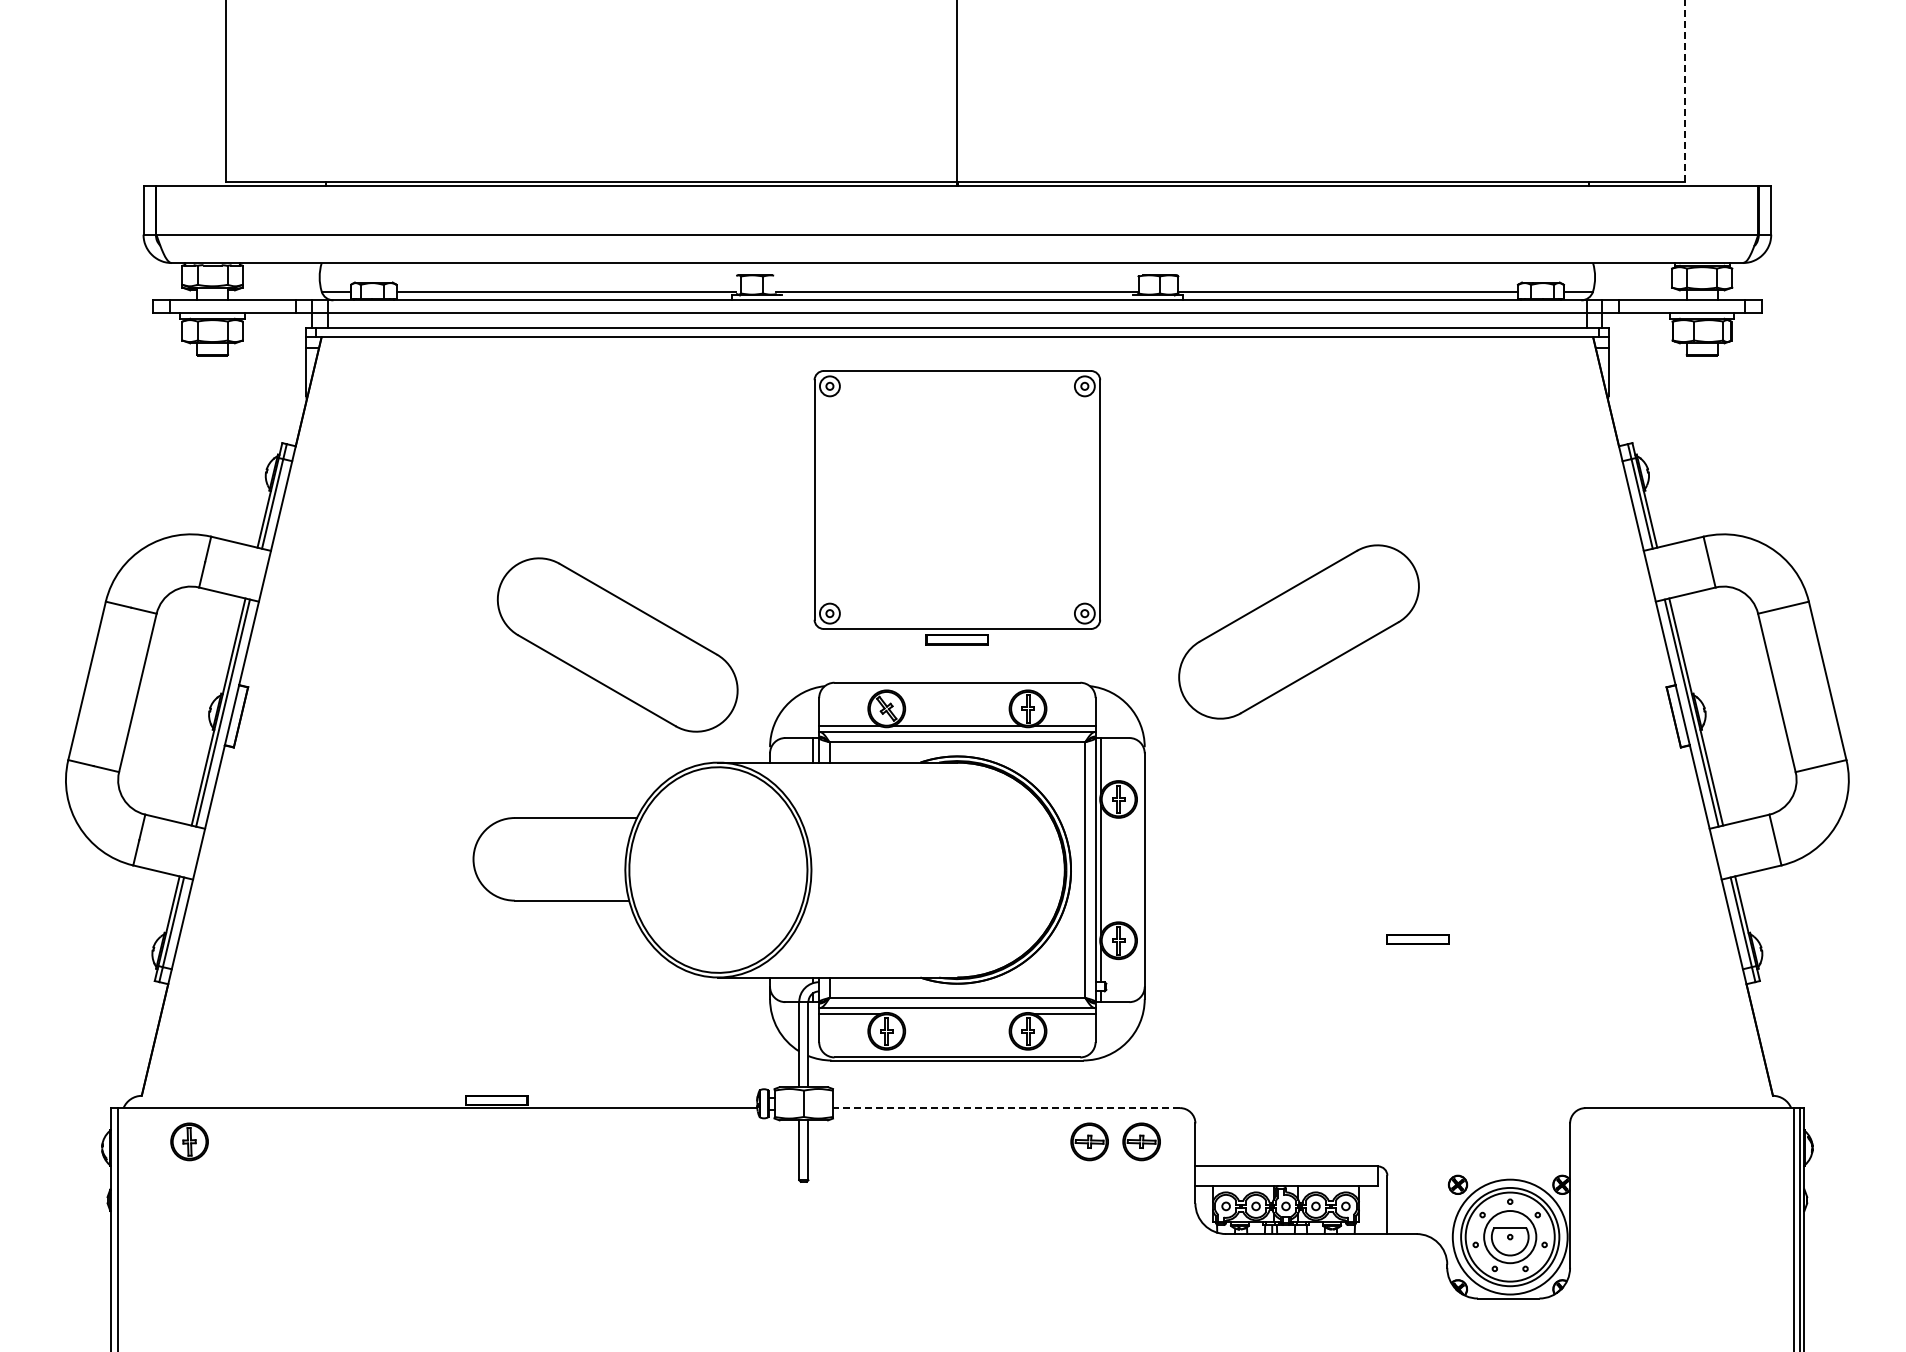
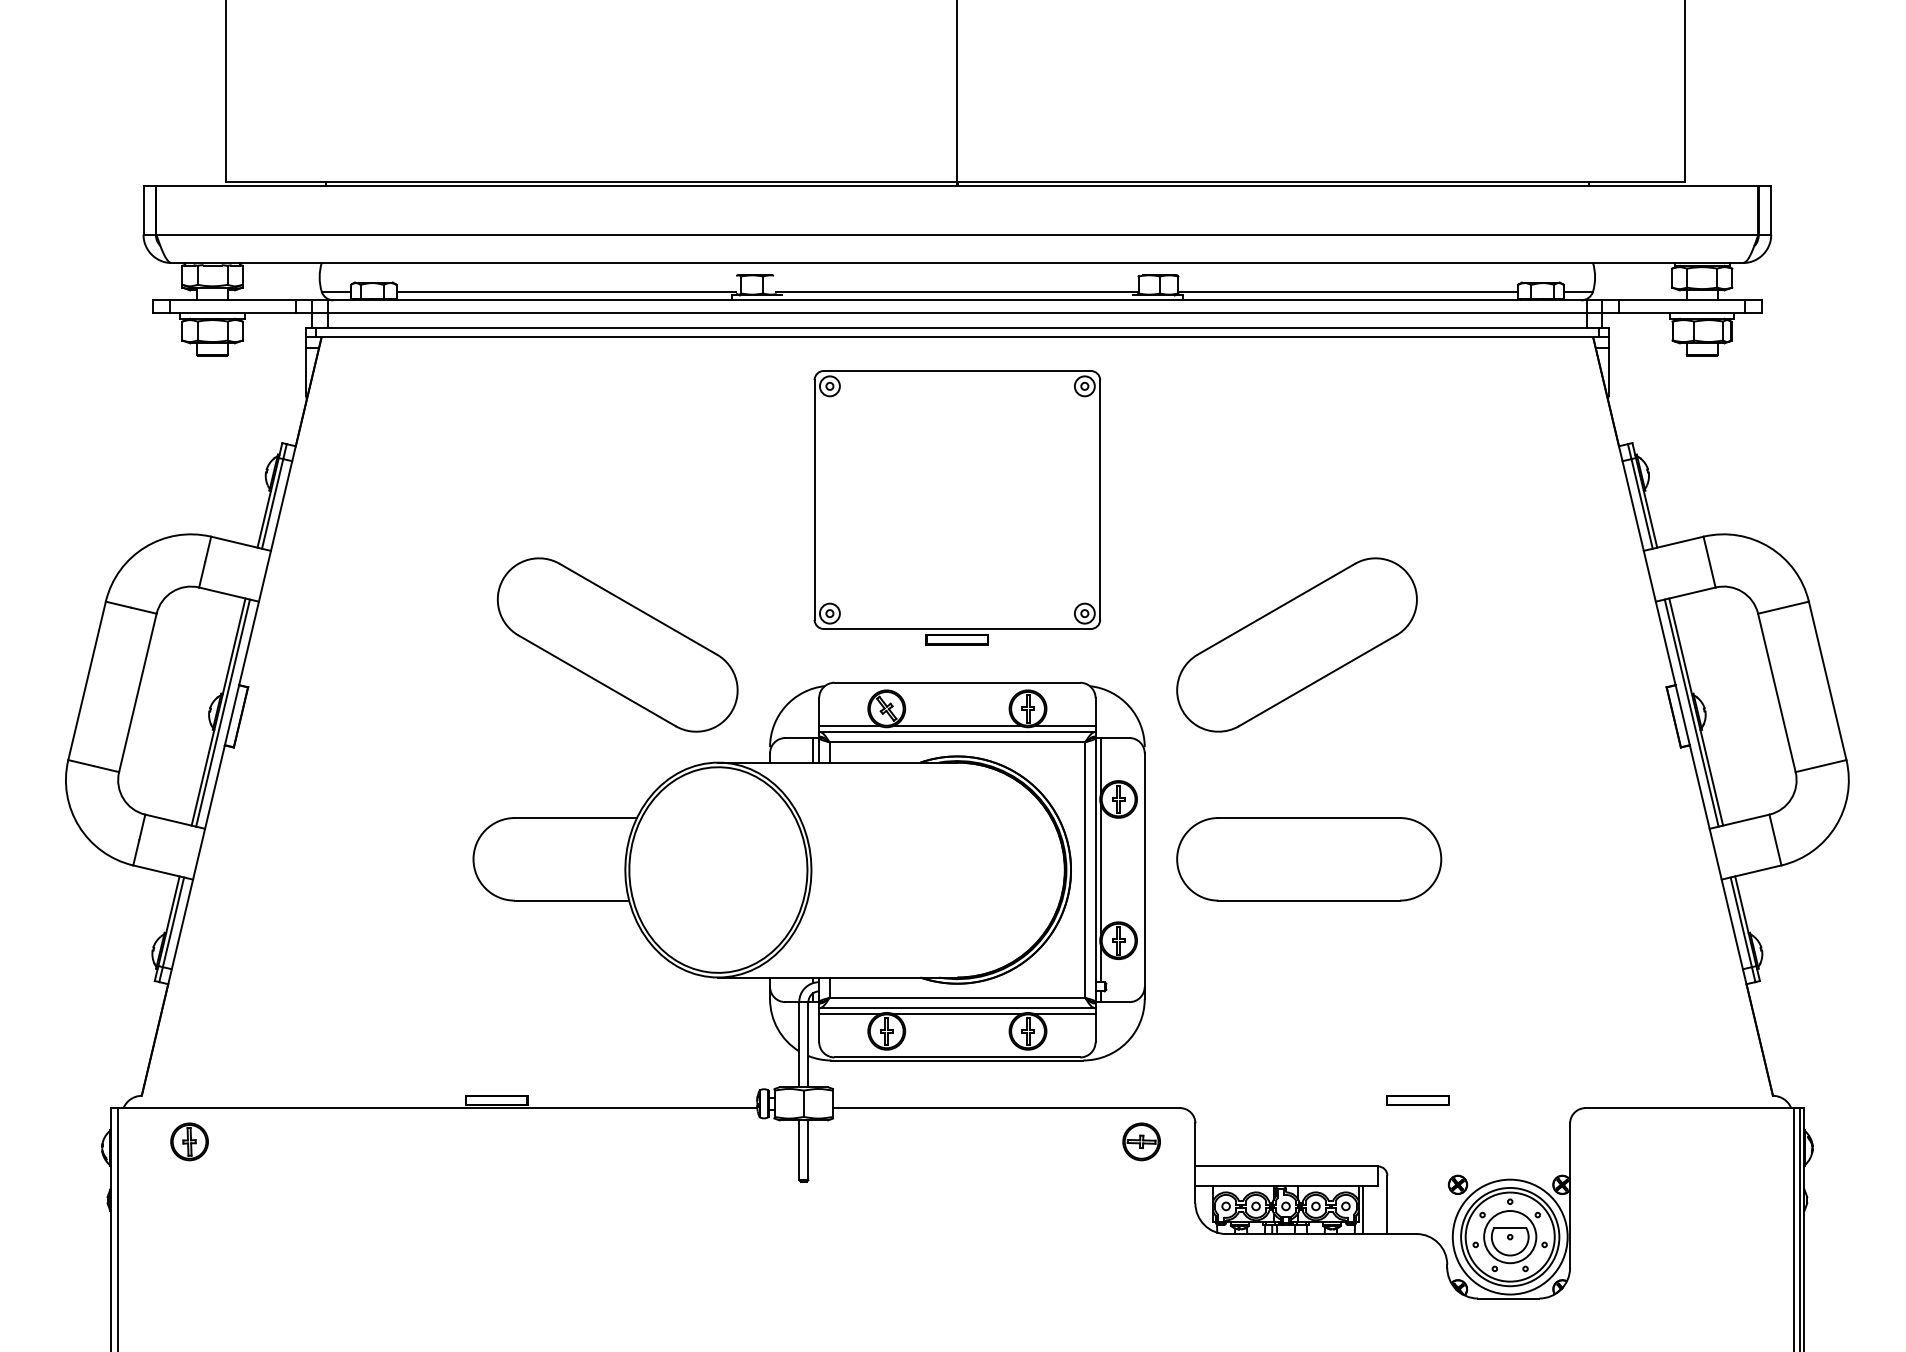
line at (1685, 90): dashed -> solid
part at (1298, 631) position: (1298, 631) -> (1296, 644)
part at (1309, 859): none -> present
part at (1417, 939) position: (1417, 939) -> (1417, 1100)
line at (957, 1014): none -> present
line at (1006, 1108): dashed -> solid
part at (1089, 1141): present -> none
line at (1362, 1210): none -> present
